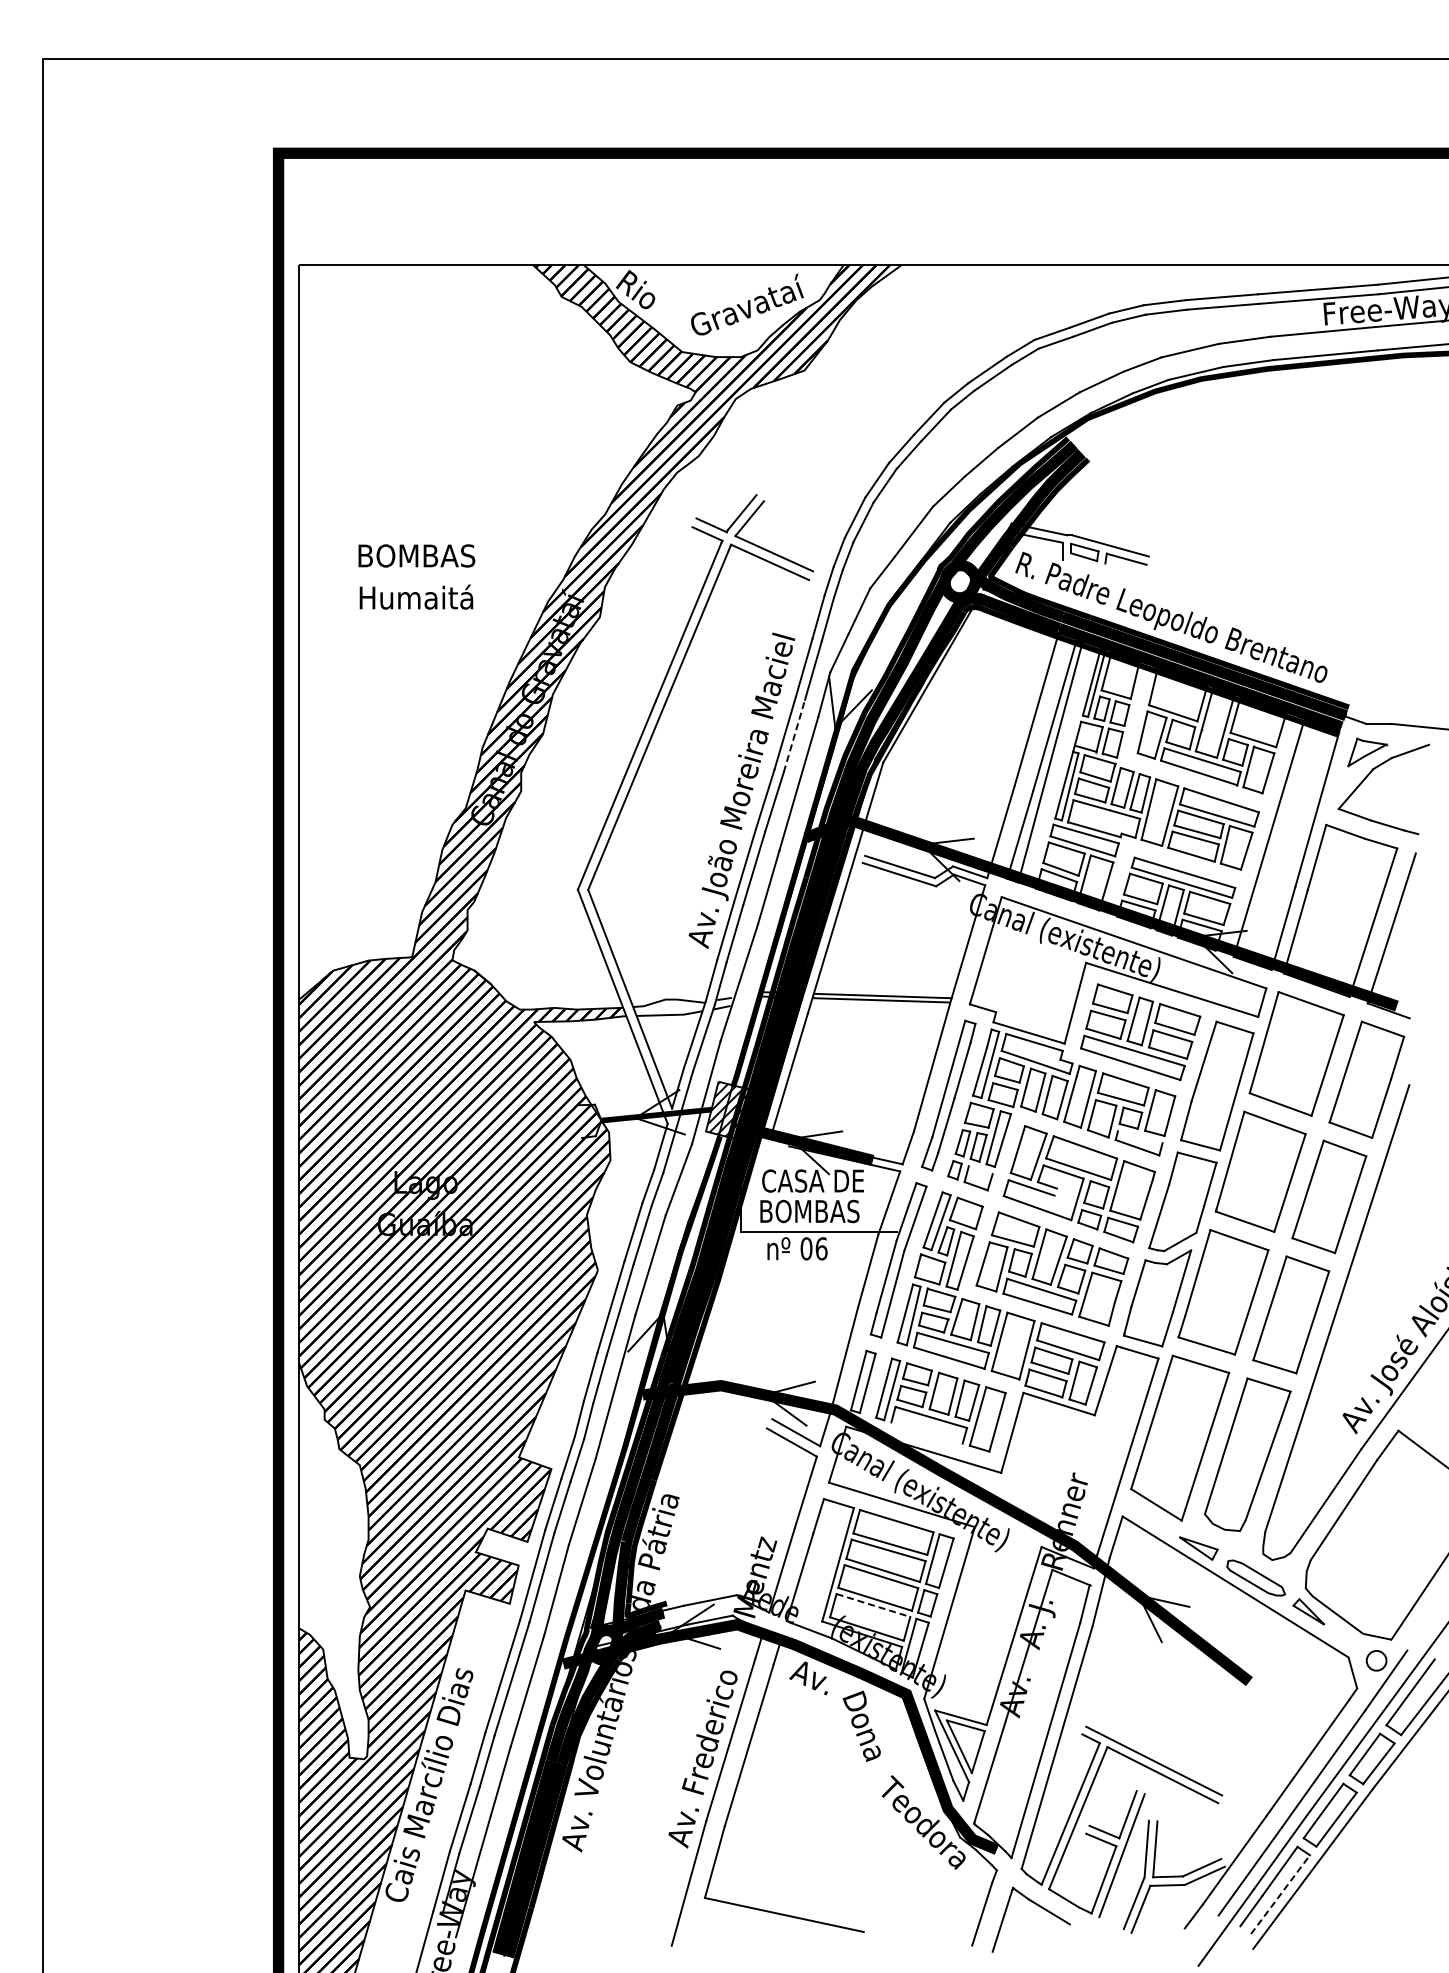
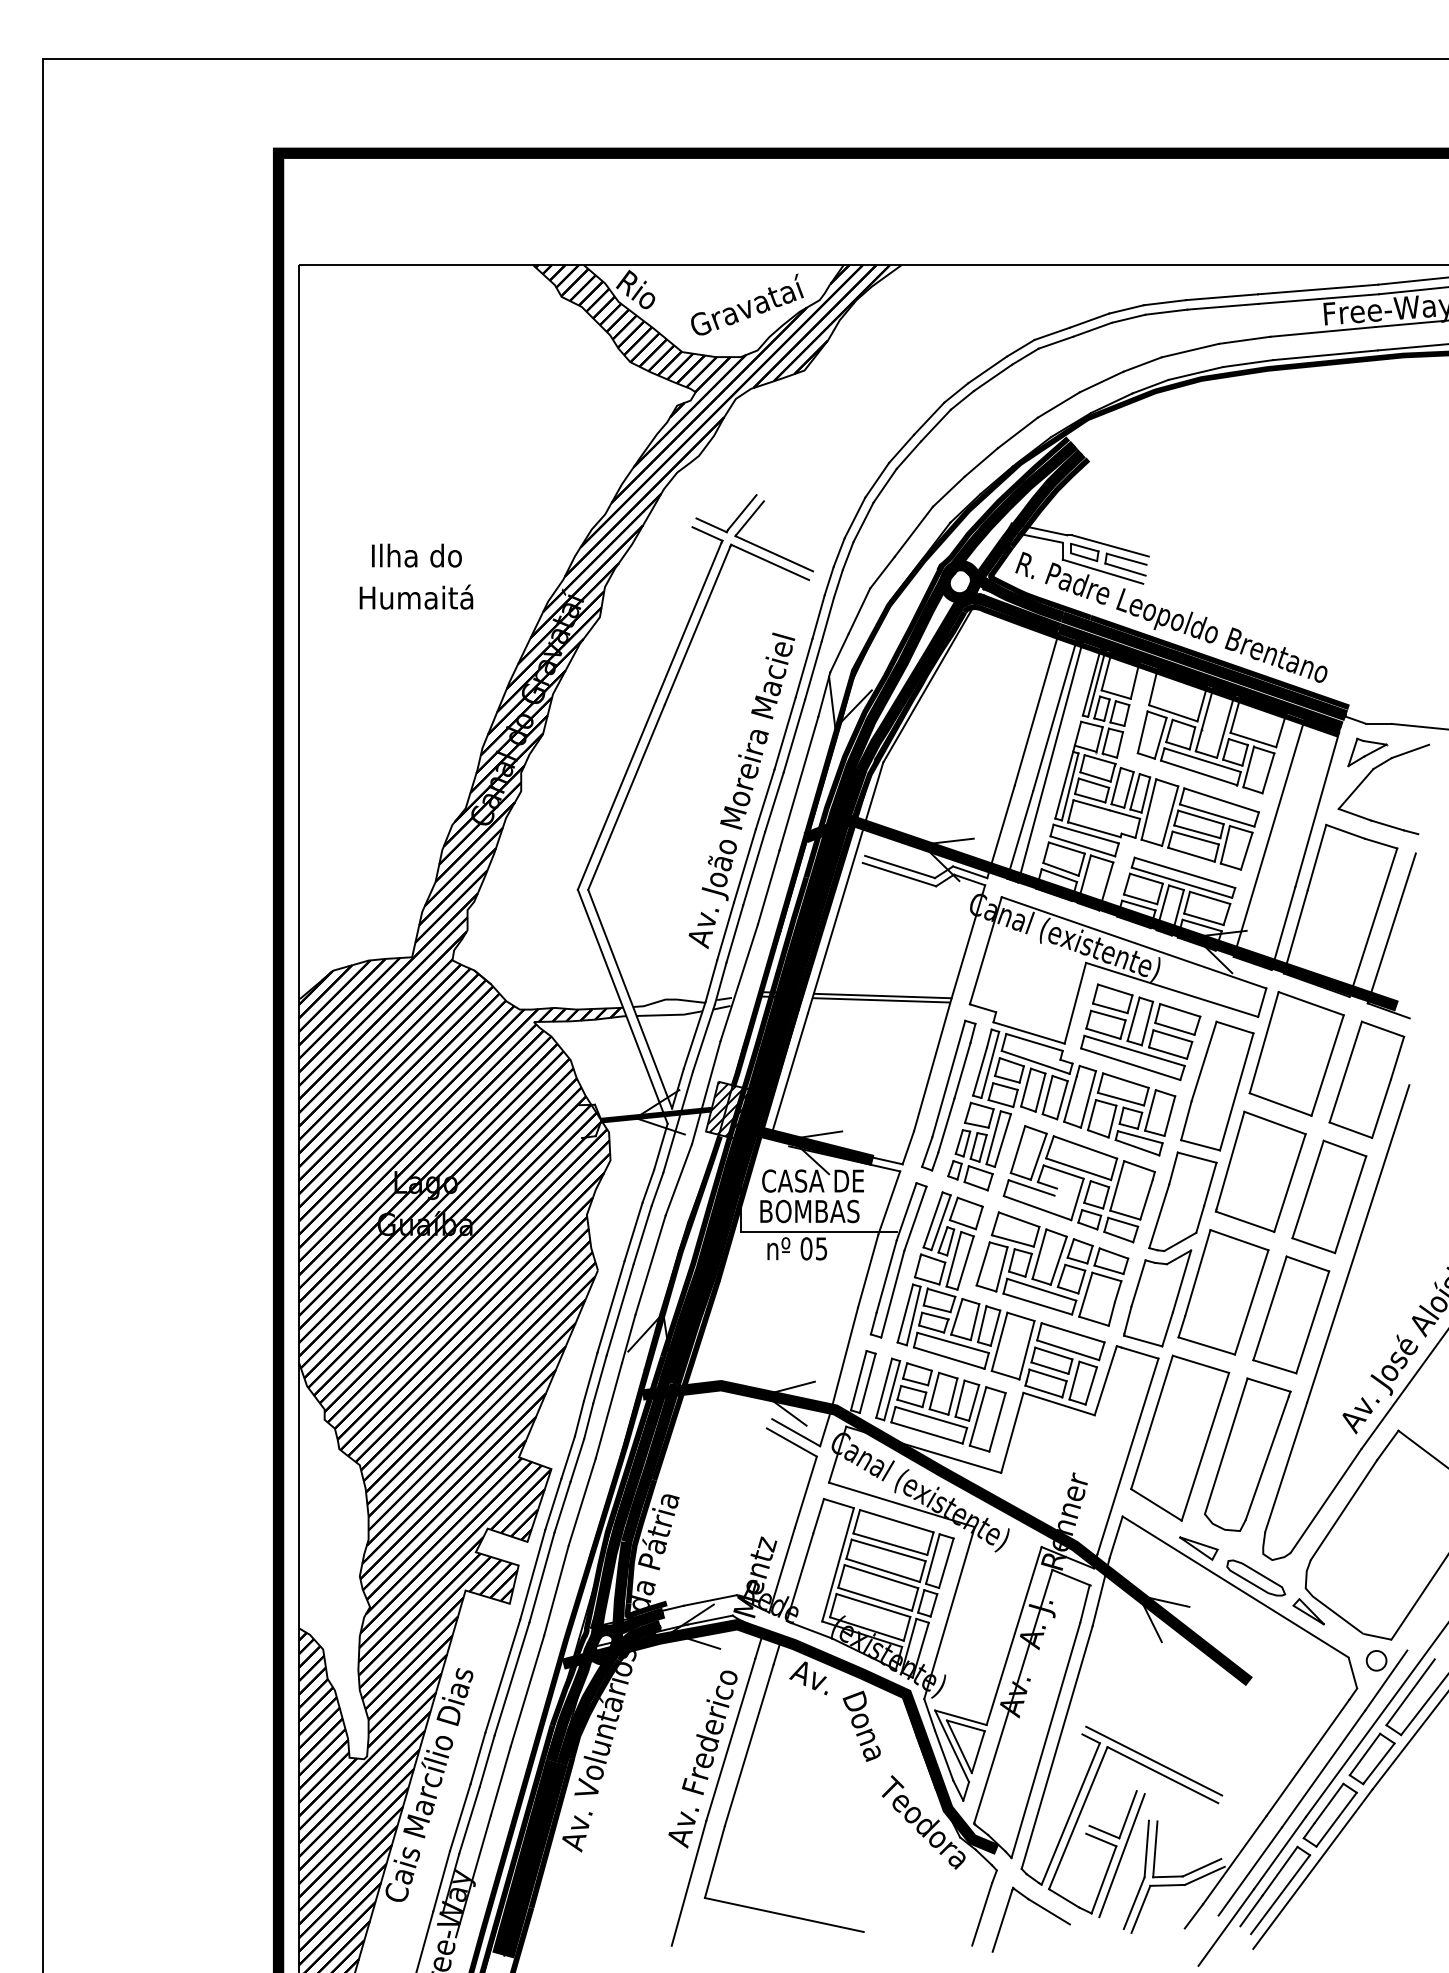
text at (416, 555): BOMBAS -> Ilha do
line at (1125, 569): none -> present
line at (1102, 571): none -> present
line at (794, 736): dashed -> solid
line at (1139, 1137): none -> present
line at (980, 1170): none -> present
text at (821, 1248): 06 -> 05
line at (926, 1432): none -> present
line at (873, 1605): dashed -> solid
line at (1280, 1894): dashed -> solid
